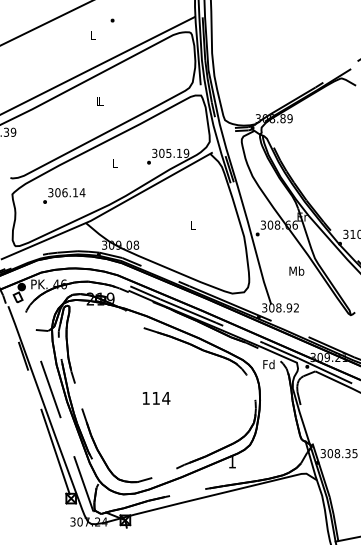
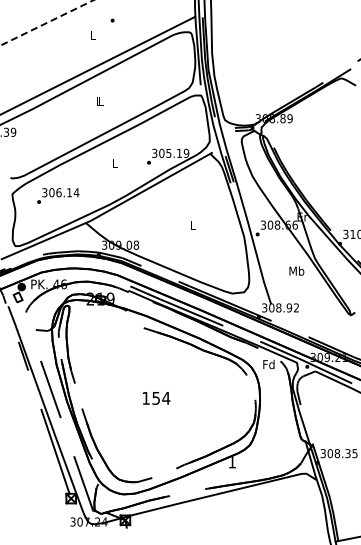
line at (46, 23): solid -> dashed
text at (64, 195) position: (64, 195) -> (58, 195)
text at (155, 398): 114 -> 154
